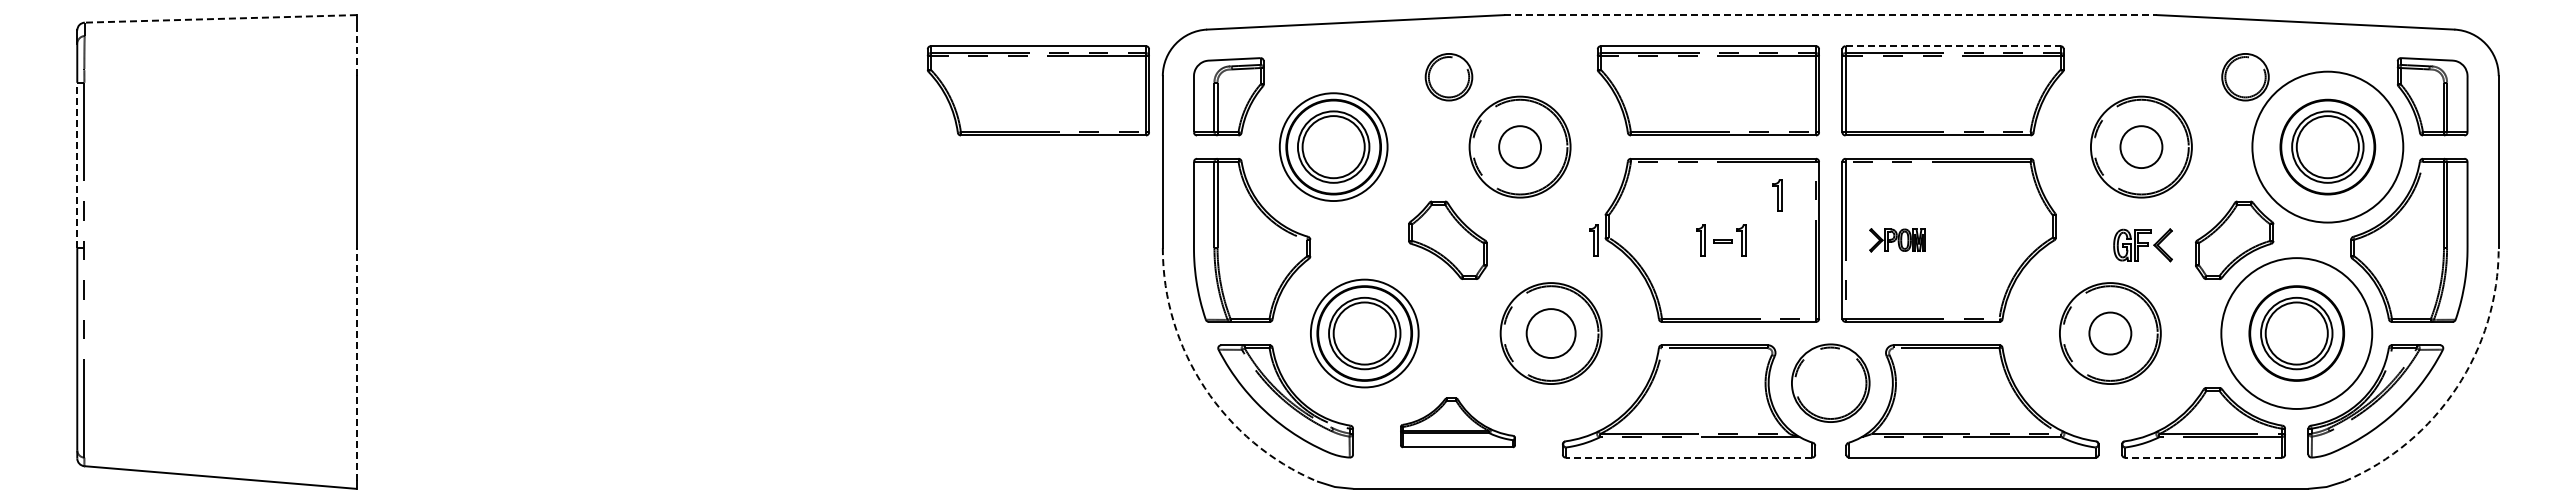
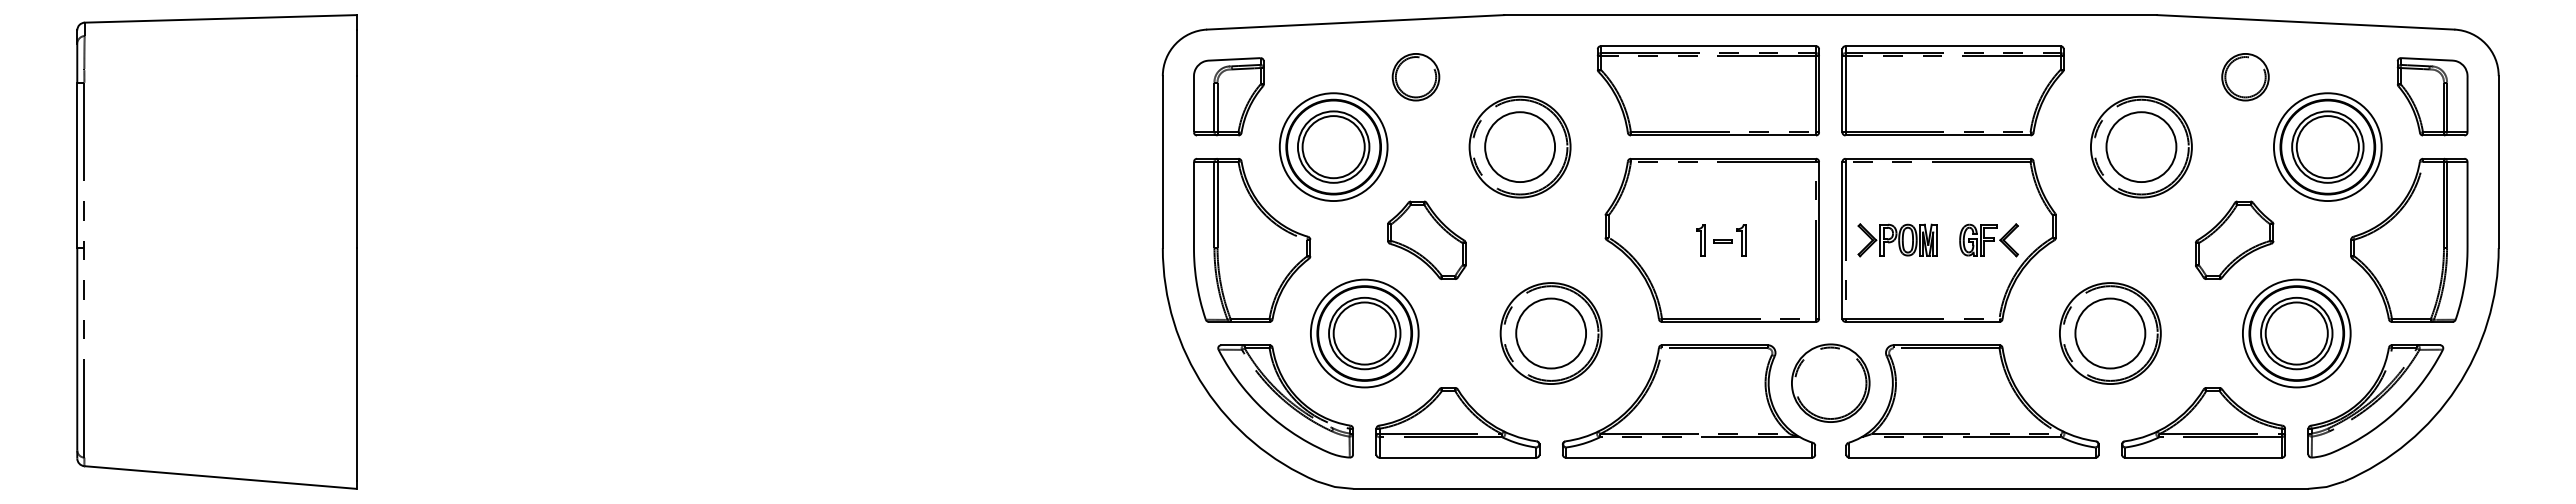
line at (1831, 15): dashed -> solid
line at (220, 18): dashed -> solid
line at (1953, 46): dashed -> solid
line at (356, 52): dashed -> solid
part at (1448, 77) position: (1448, 77) -> (1415, 77)
part at (1038, 90): present -> none
circle at (2327, 146) diameter: 151 px -> 108 px
circle at (1520, 147) diameter: 42 px -> 70 px
circle at (2141, 147) diameter: 42 px -> 70 px
line at (77, 165): dashed -> solid
part at (1777, 195): present -> none
part at (1447, 239) position: (1447, 239) -> (1426, 239)
part at (1593, 240): present -> none
part at (1897, 240) size: 57x25 px -> 81x35 px
part at (2142, 245) position: (2142, 245) -> (1988, 240)
circle at (1550, 333) diameter: 49 px -> 70 px
circle at (2110, 333) diameter: 42 px -> 70 px
circle at (2296, 333) diameter: 151 px -> 108 px
line at (356, 364): dashed -> solid
arc at (1204, 387): dashed -> solid
arc at (2456, 387): dashed -> solid
part at (1457, 422) size: 116x52 px -> 166x72 px
line at (1688, 457): dashed -> solid
line at (2203, 457): dashed -> solid
